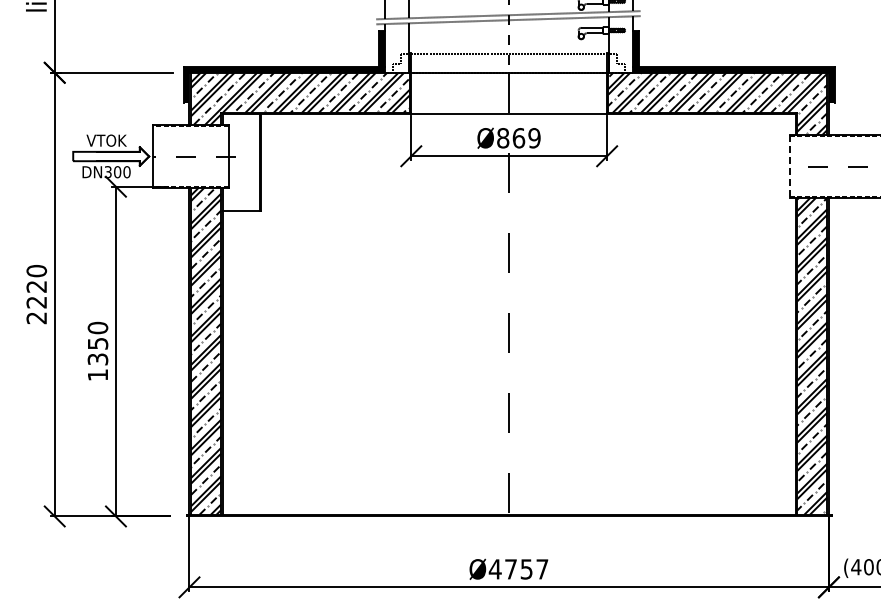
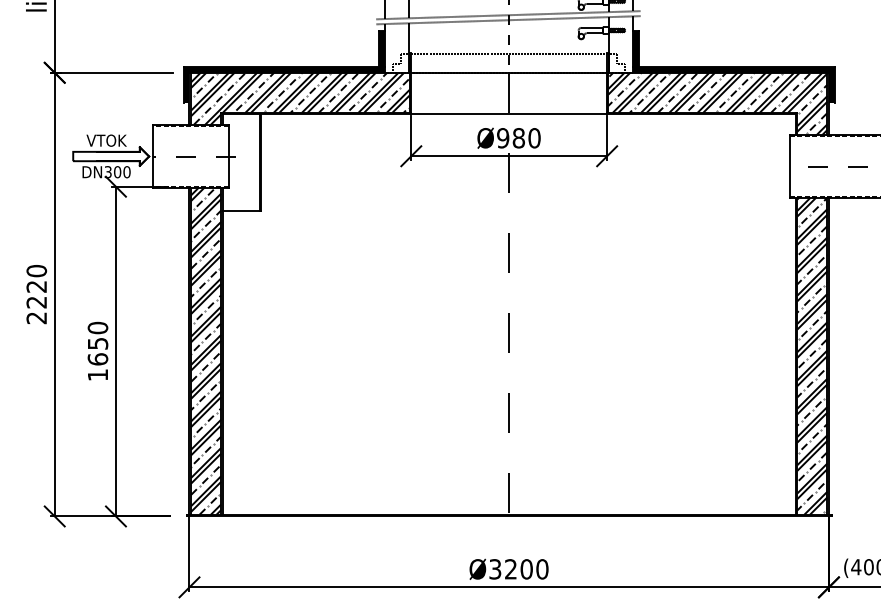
text at (518, 138): Ø869 -> Ø980
line at (789, 167): dashed -> solid
text at (97, 359): 1350 -> 1650
text at (518, 569): Ø4757 -> Ø3200
